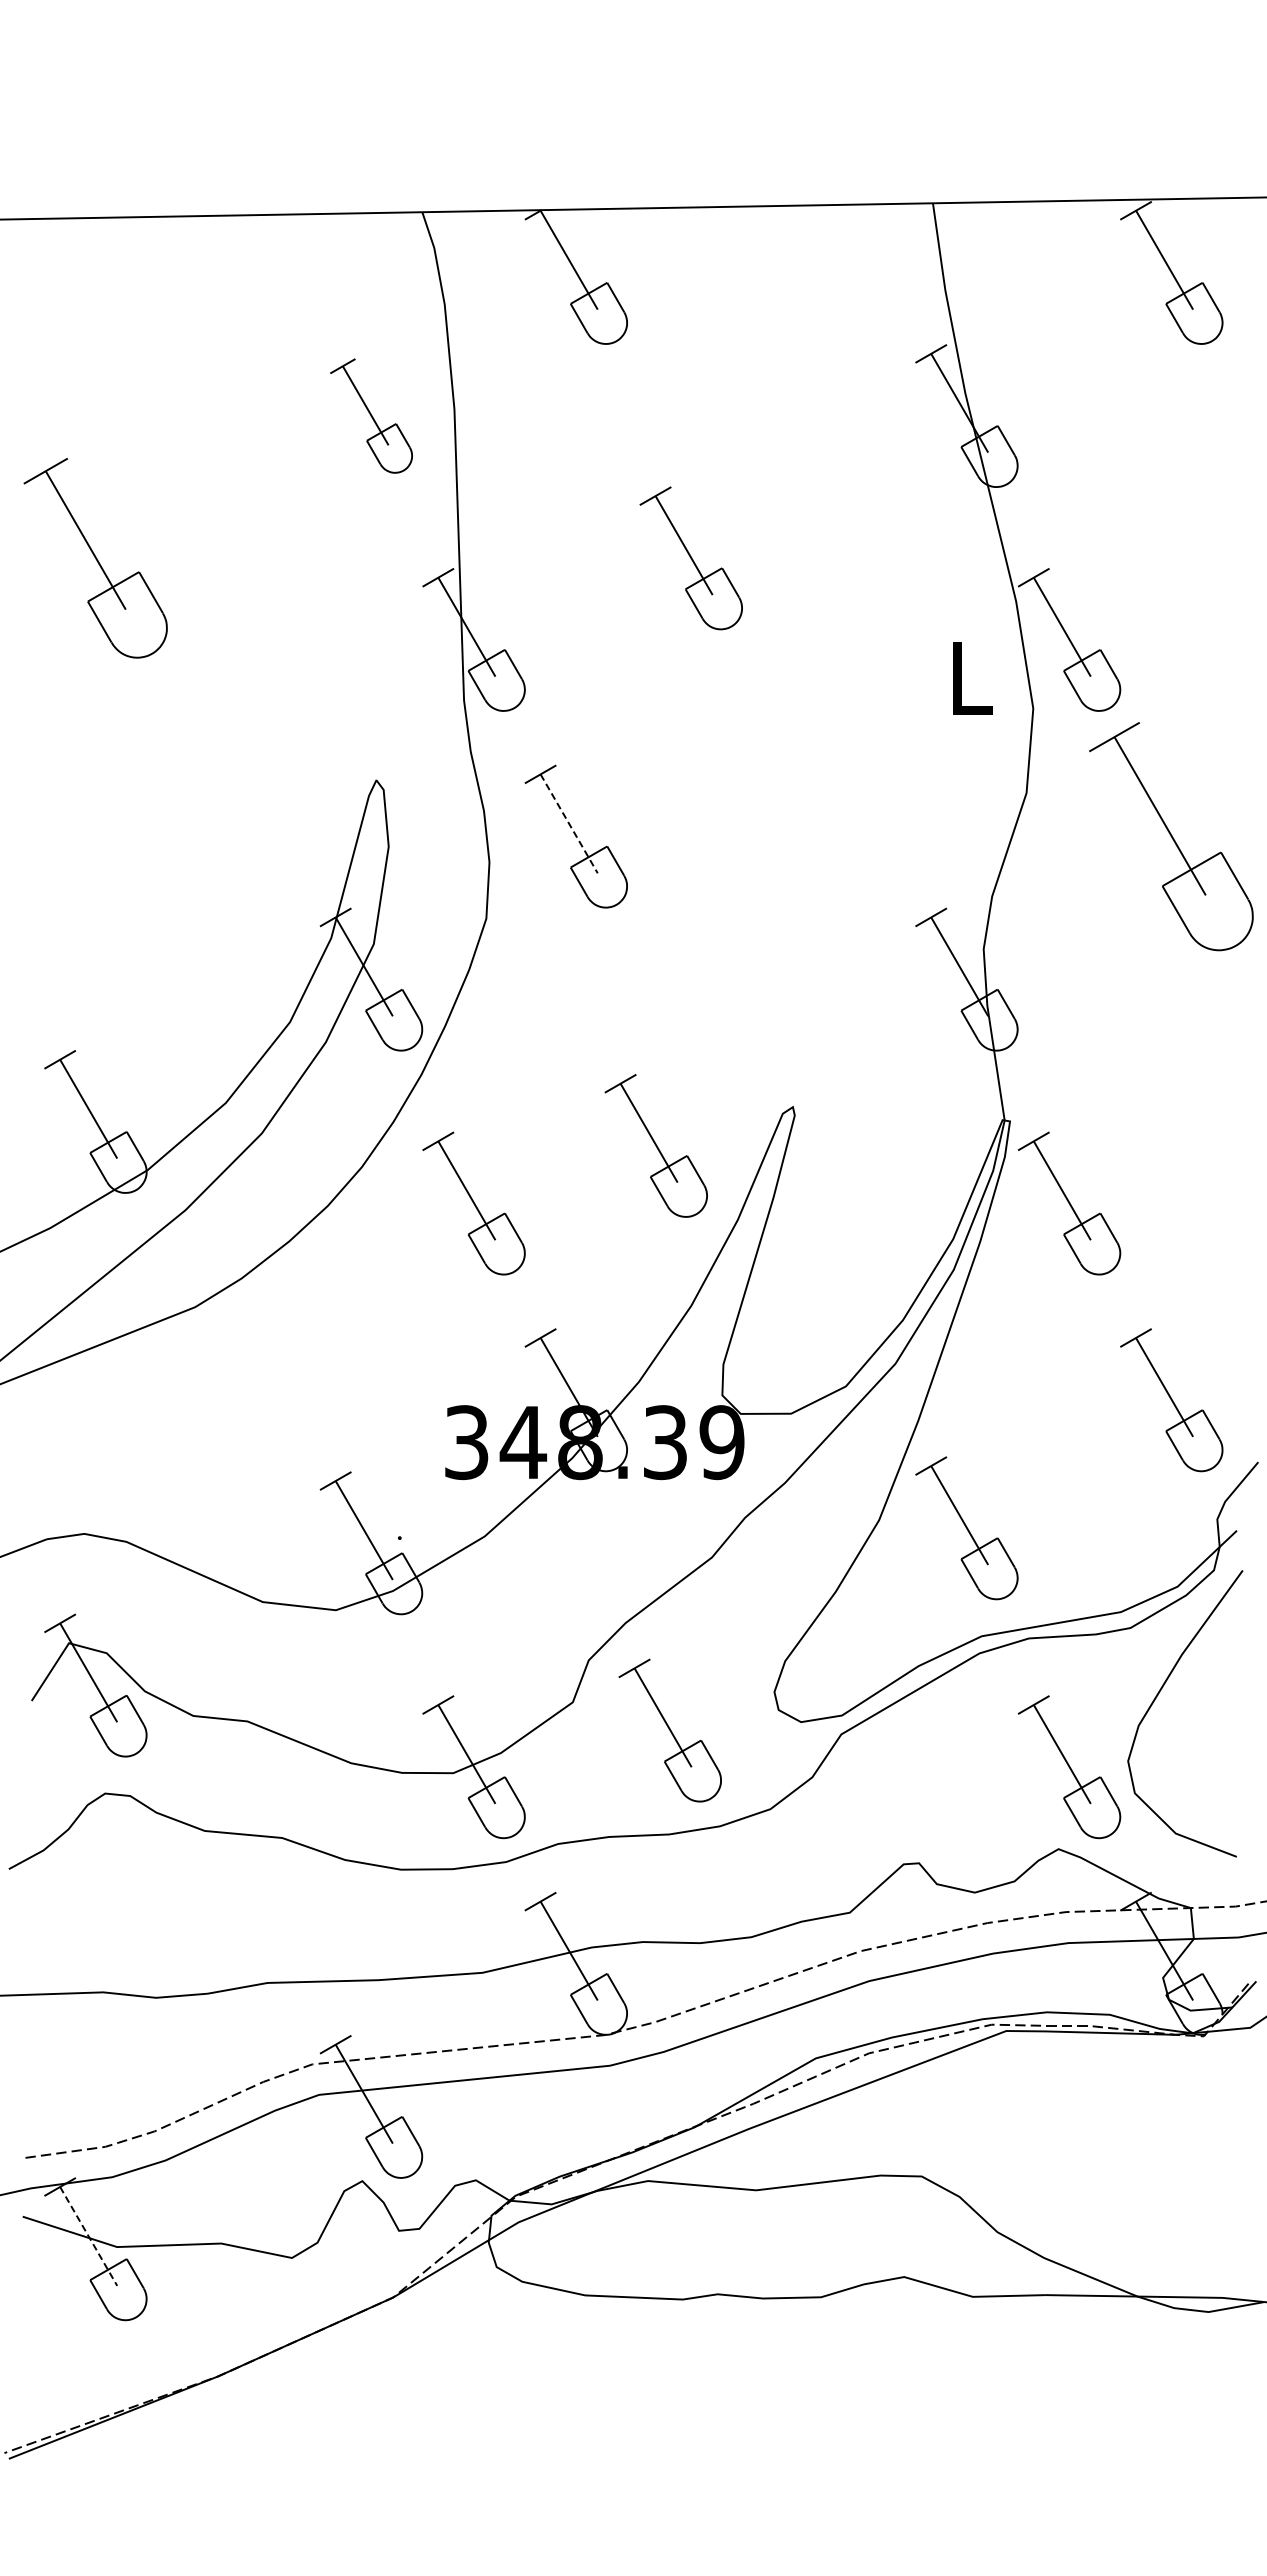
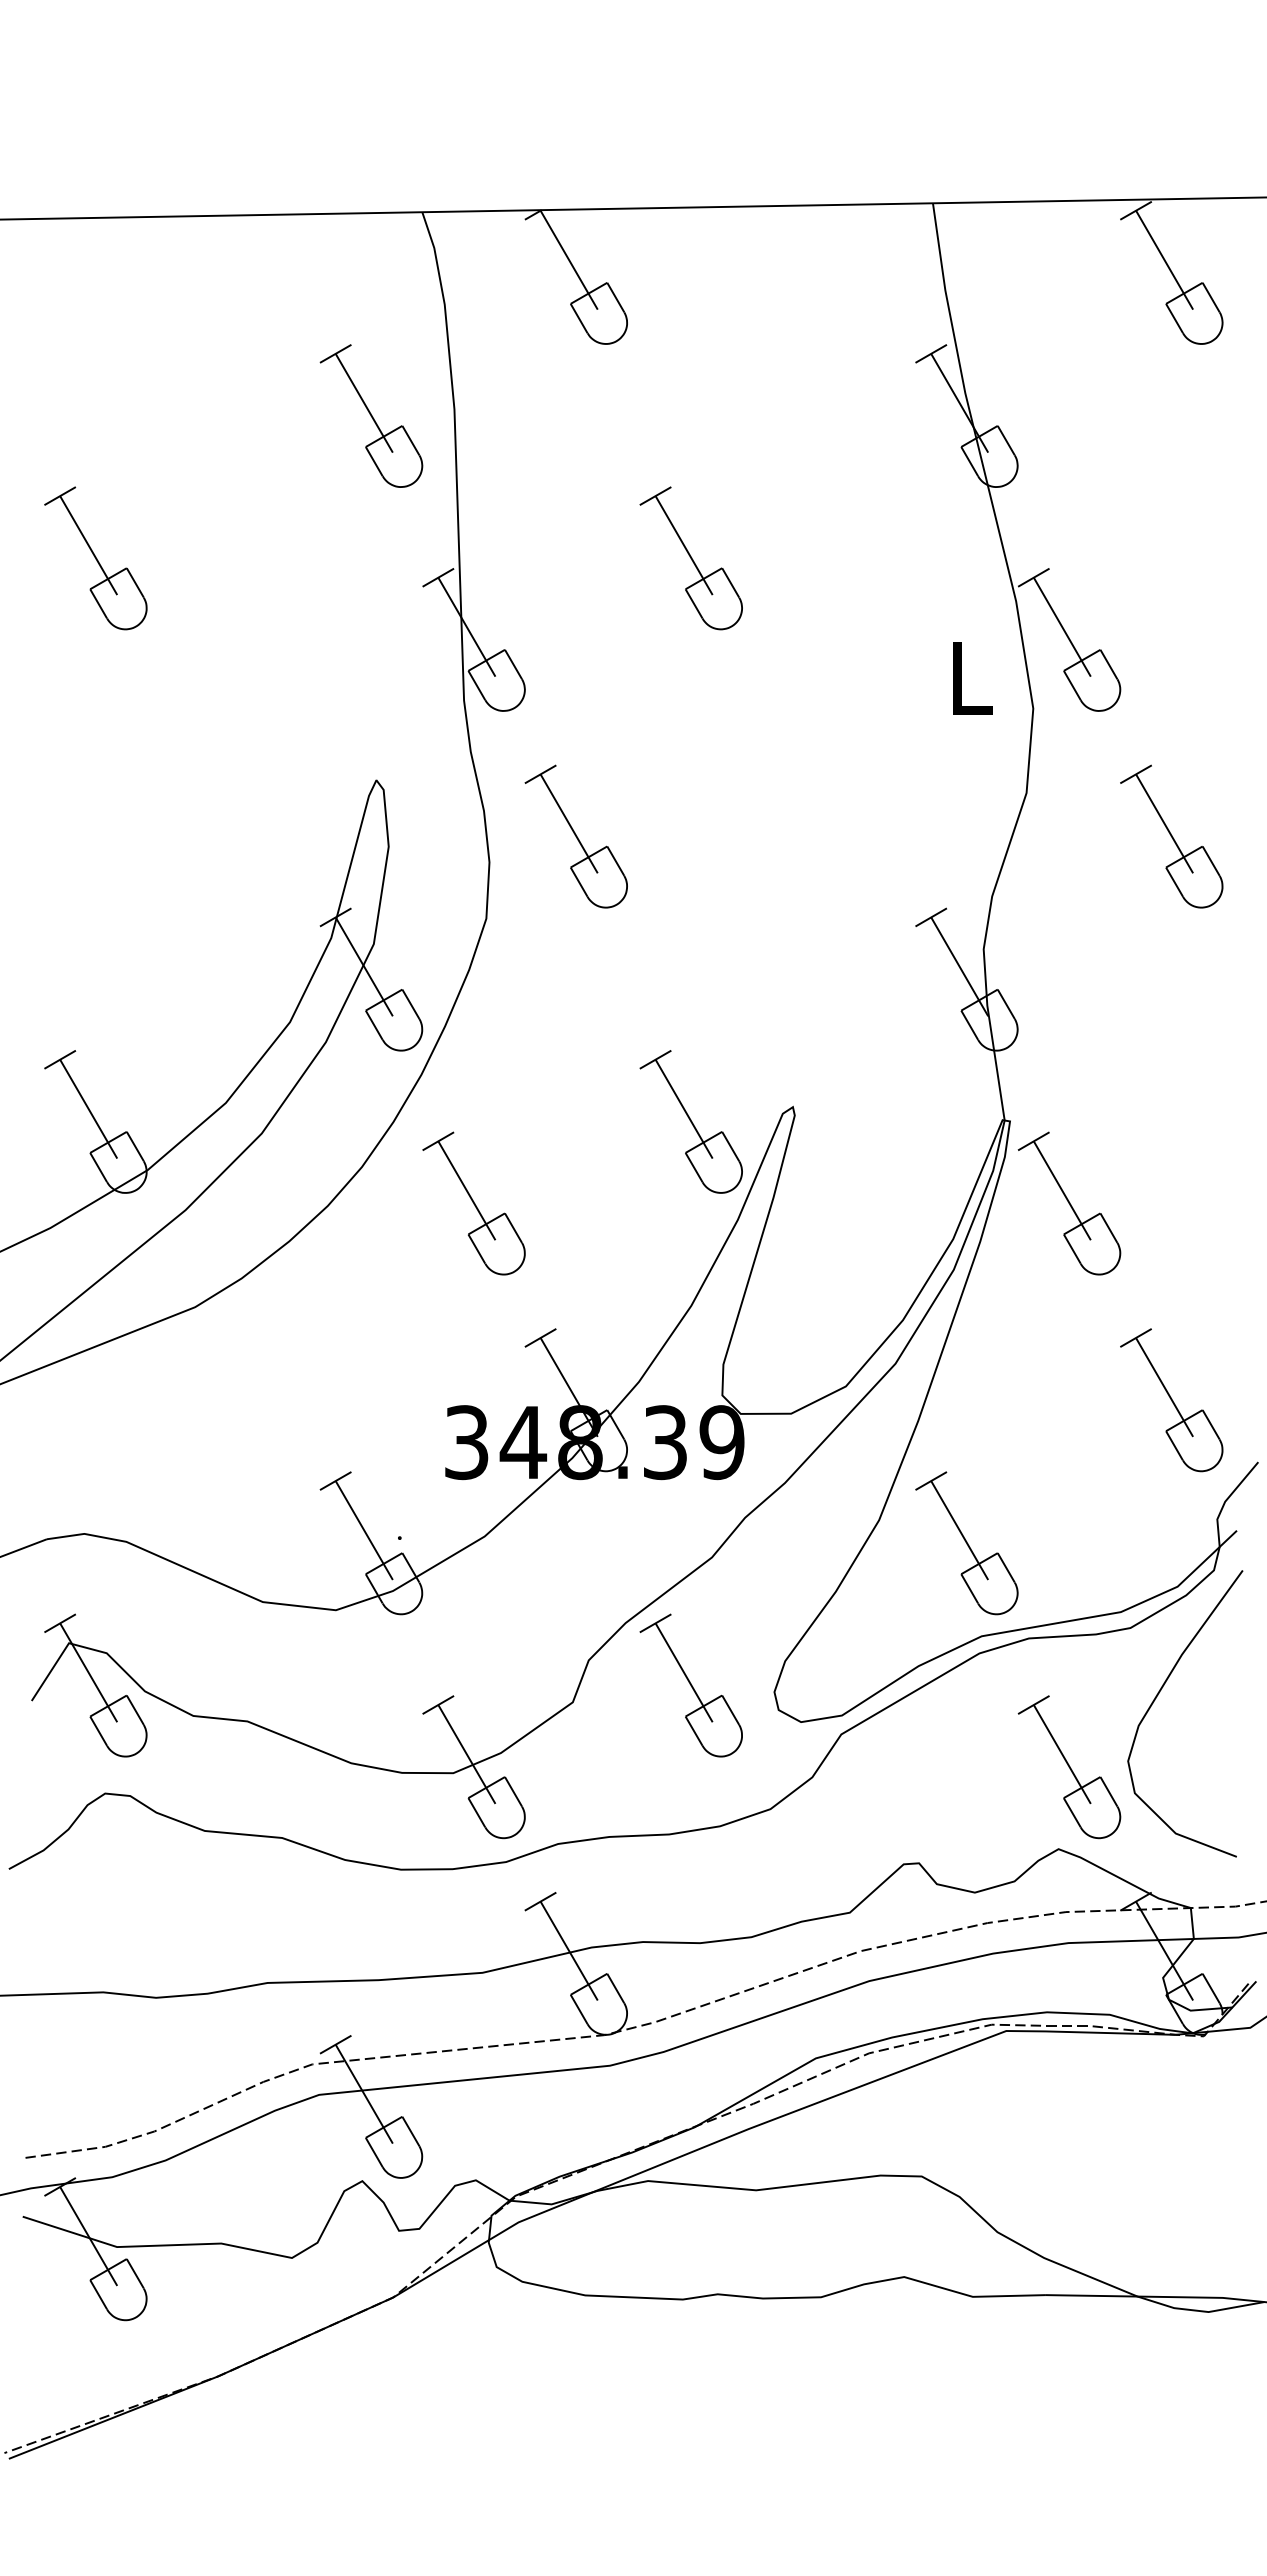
part at (371, 415) size: 83x116 px -> 105x144 px
part at (95, 558) size: 145x201 px -> 104x145 px
line at (569, 824): dashed -> solid
part at (1171, 836) size: 165x230 px -> 104x145 px
part at (655, 1145) position: (655, 1145) -> (690, 1121)
part at (966, 1528) position: (966, 1528) -> (966, 1543)
part at (669, 1730) position: (669, 1730) -> (690, 1685)
line at (88, 2236): dashed -> solid
